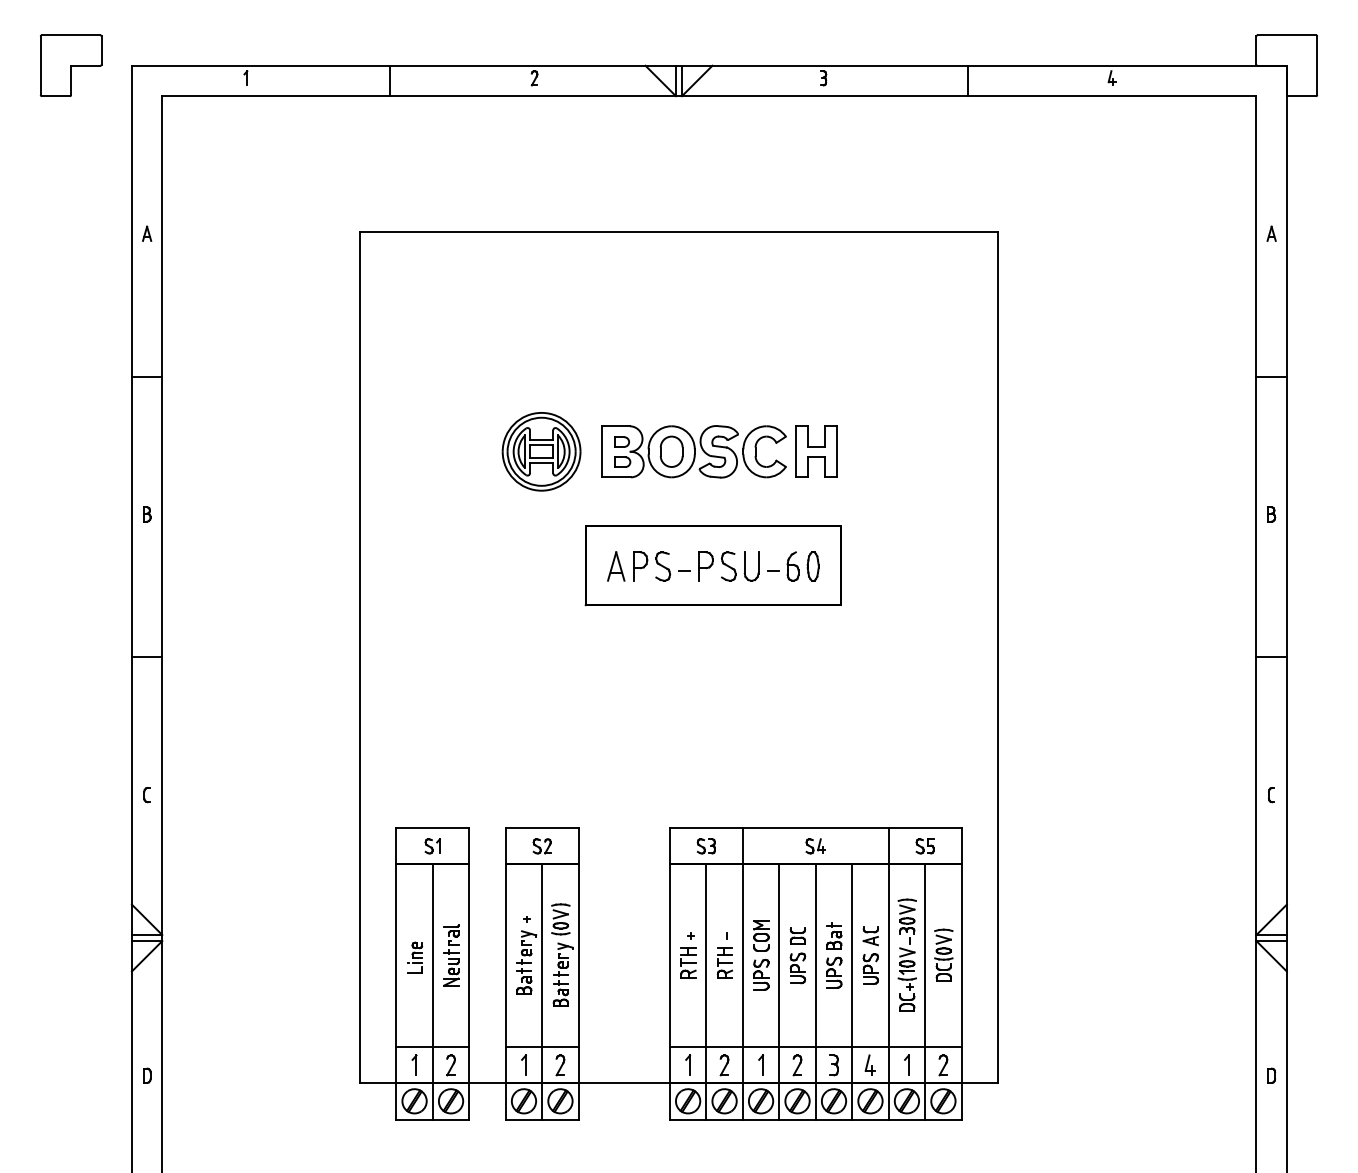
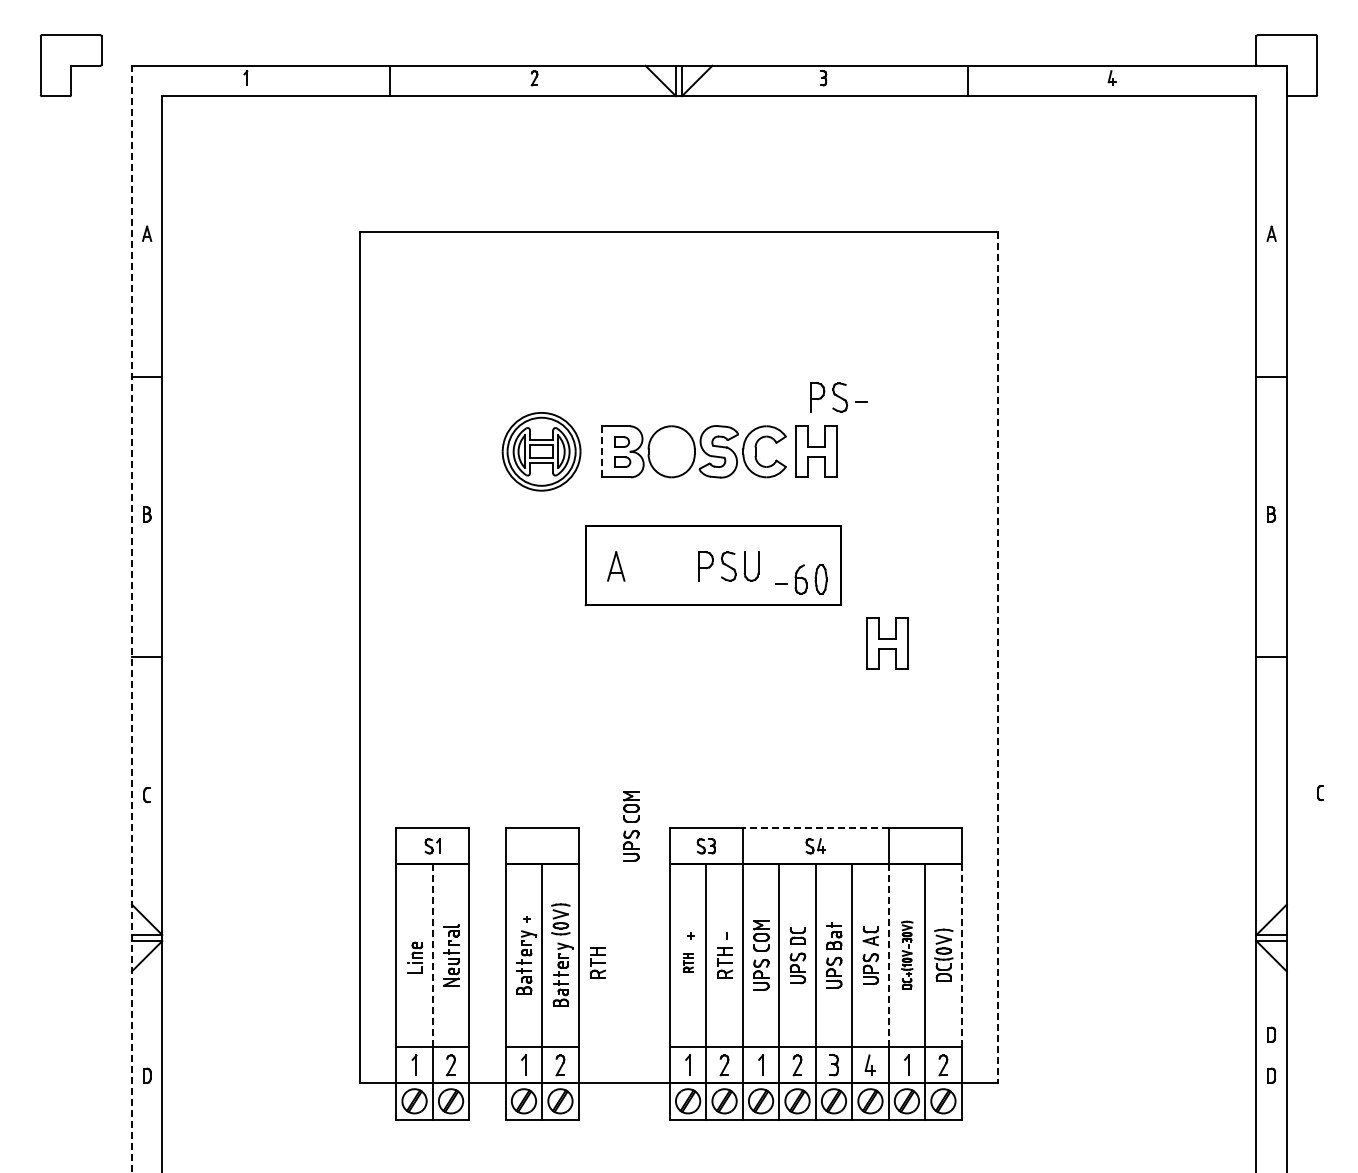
line at (602, 451): solid -> dashed
part at (671, 451): present -> none
part at (661, 566) position: (661, 566) -> (838, 397)
part at (793, 566) position: (793, 566) -> (801, 579)
line at (131, 618): solid -> dashed
part at (887, 643): none -> present
line at (998, 657): solid -> dashed
part at (1271, 795) position: (1271, 795) -> (1320, 793)
part at (631, 826): none -> present
line at (815, 827): solid -> dashed
part at (541, 846): present -> none
part at (924, 846): present -> none
part at (906, 954) size: 20x114 px -> 13x70 px
line at (432, 955): solid -> dashed
line at (888, 955): solid -> dashed
line at (961, 955): solid -> dashed
part at (597, 962): none -> present
part at (688, 962) size: 17x32 px -> 11x20 px
part at (1271, 1034): none -> present
